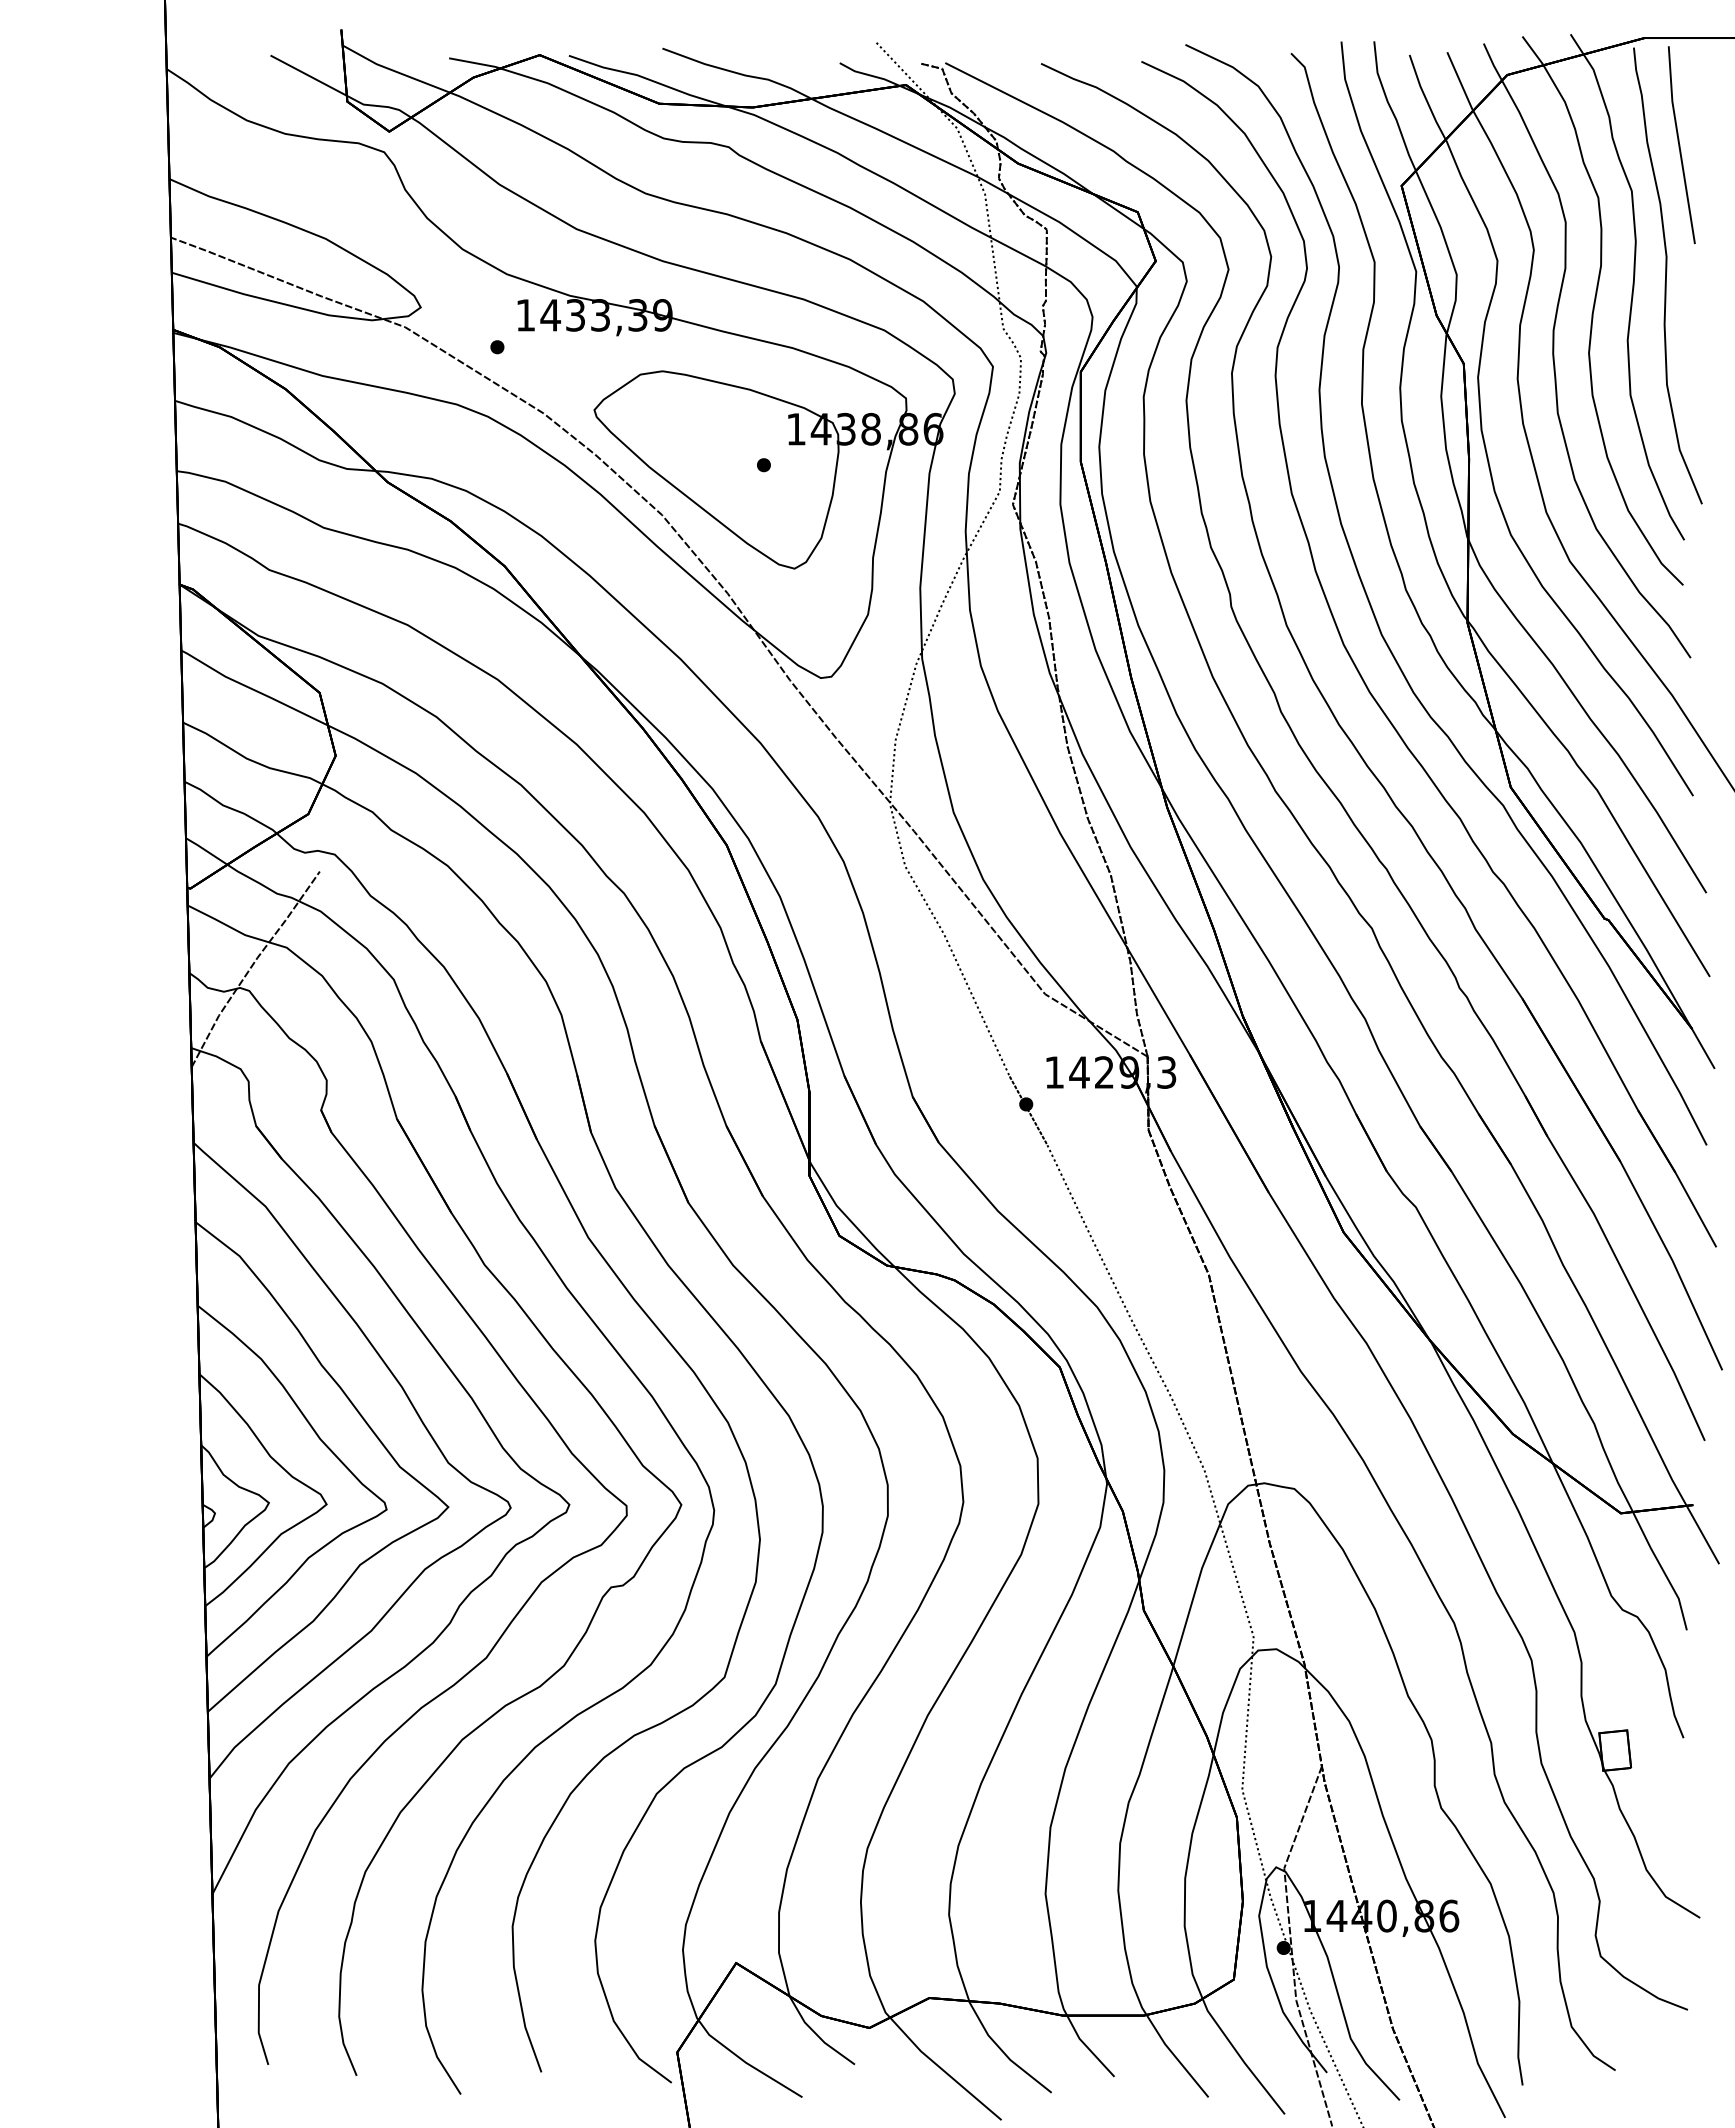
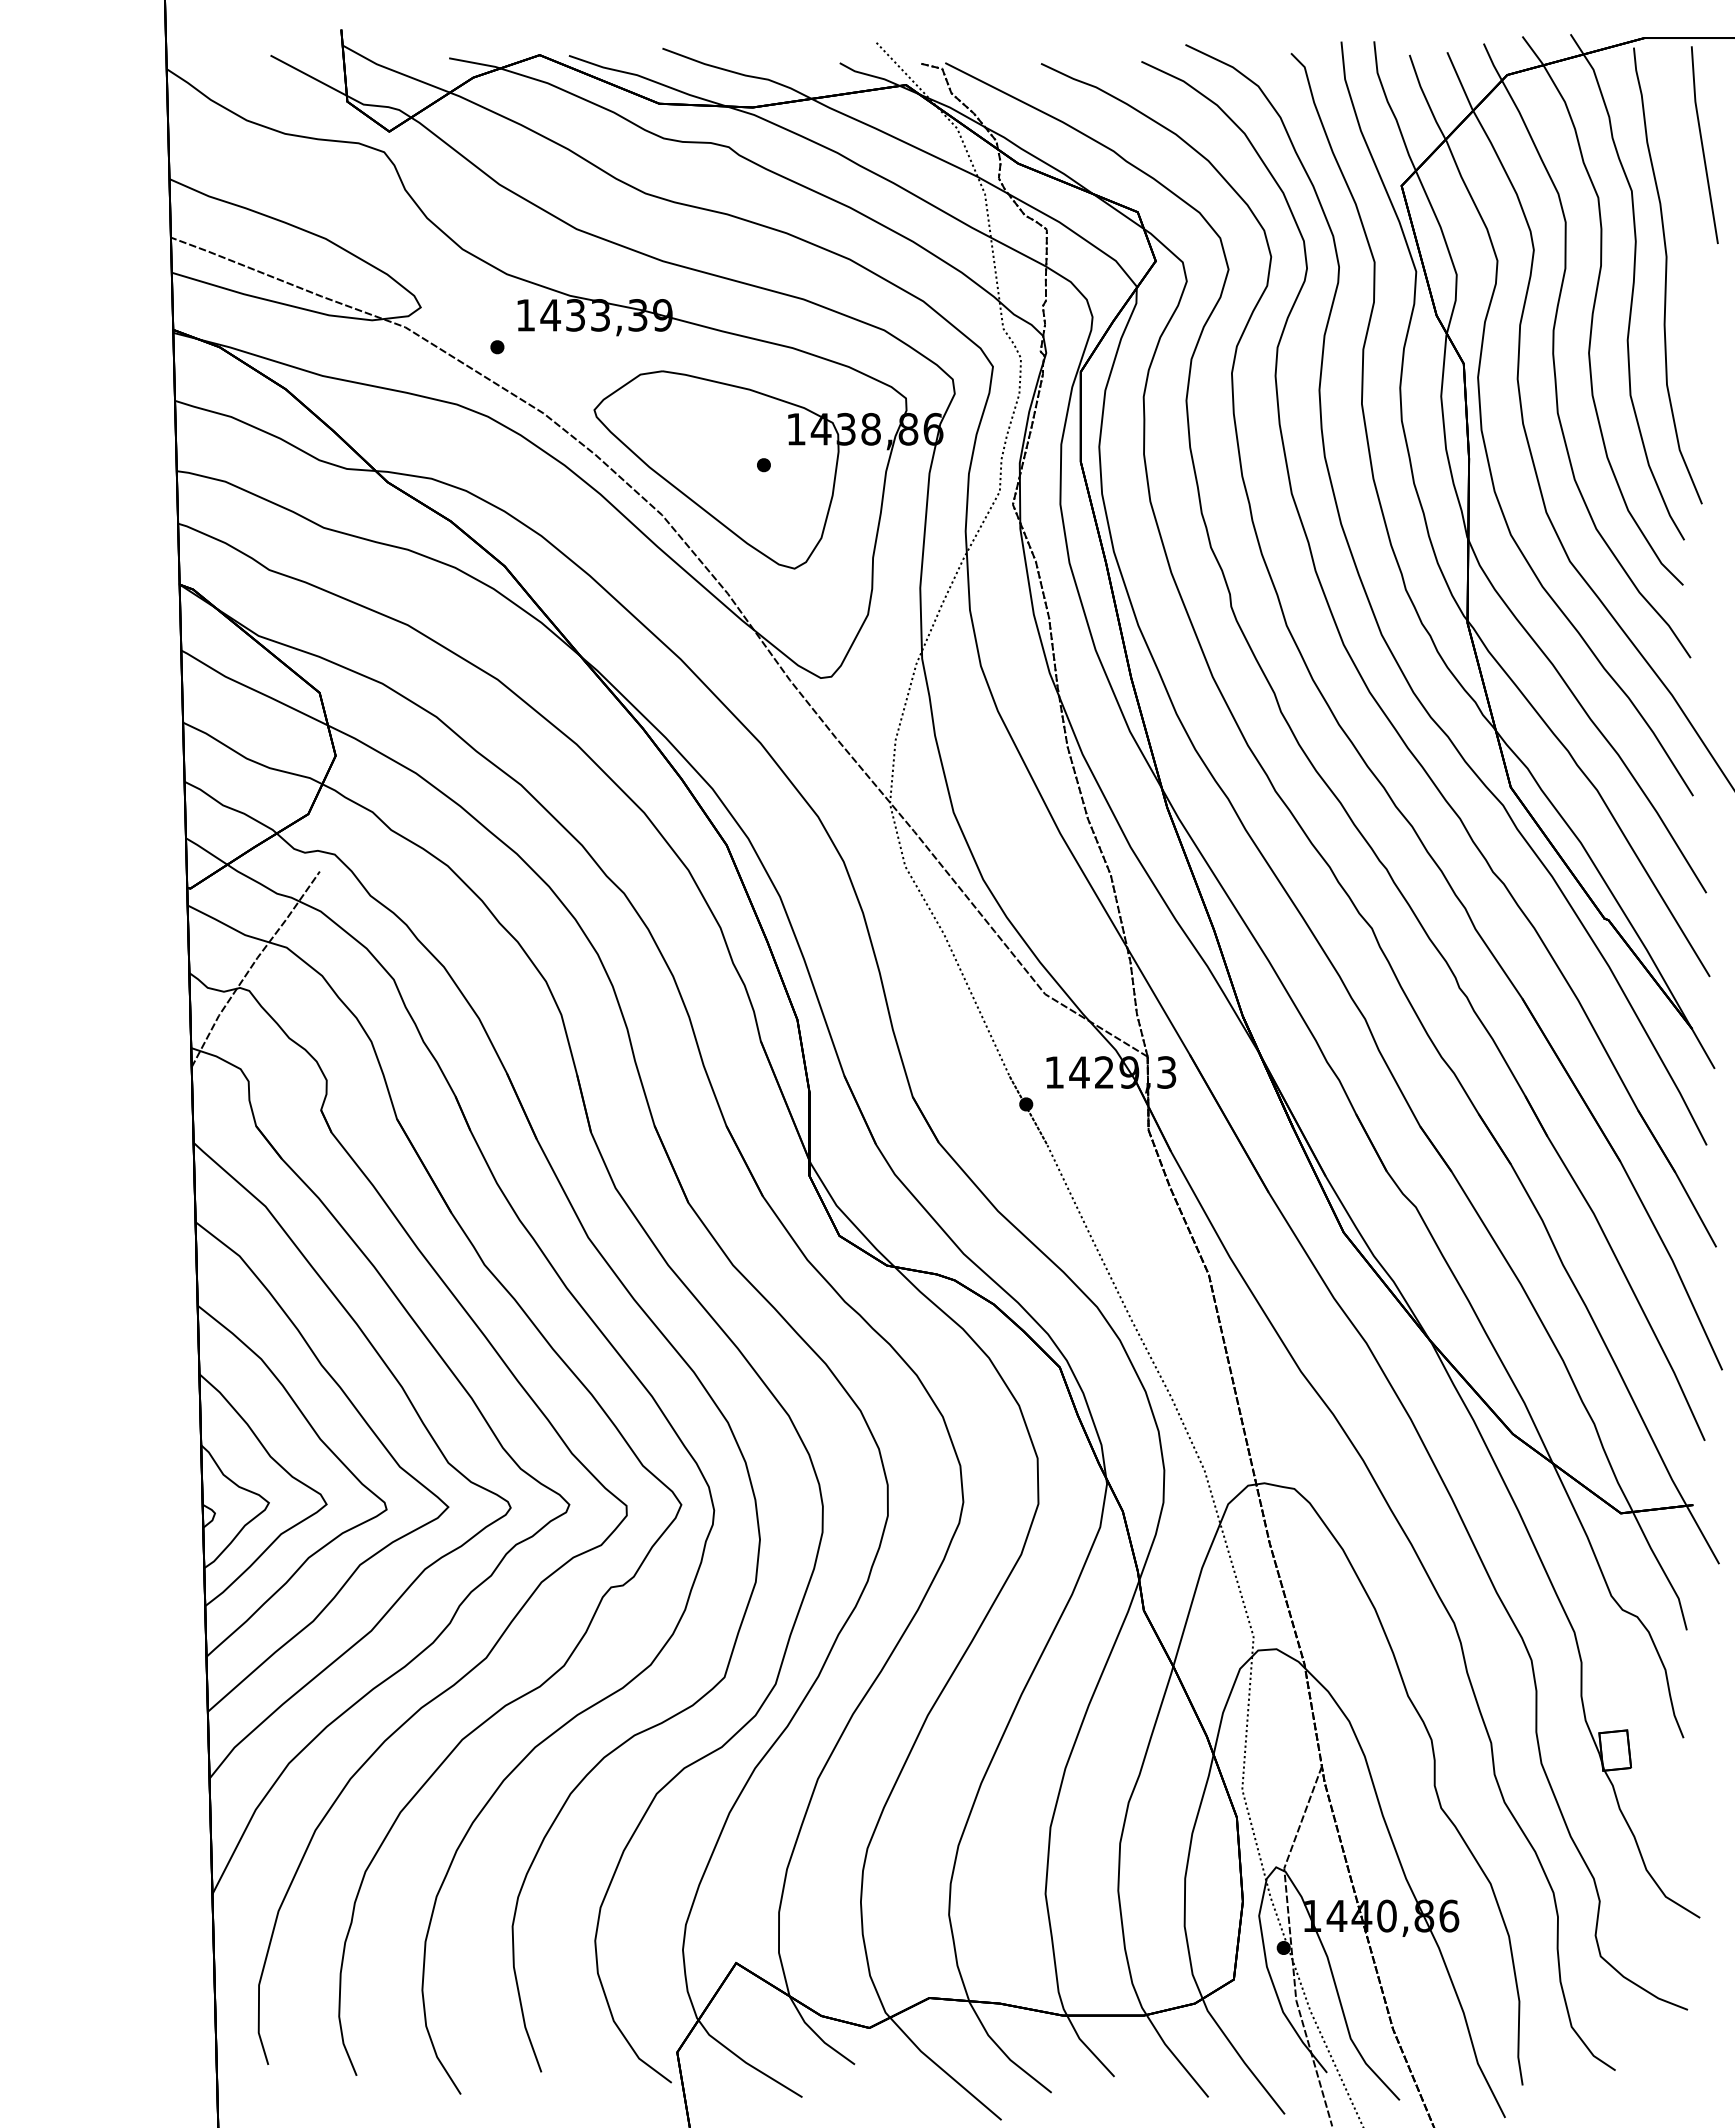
line at (1680, 145) position: (1680, 145) -> (1703, 145)
